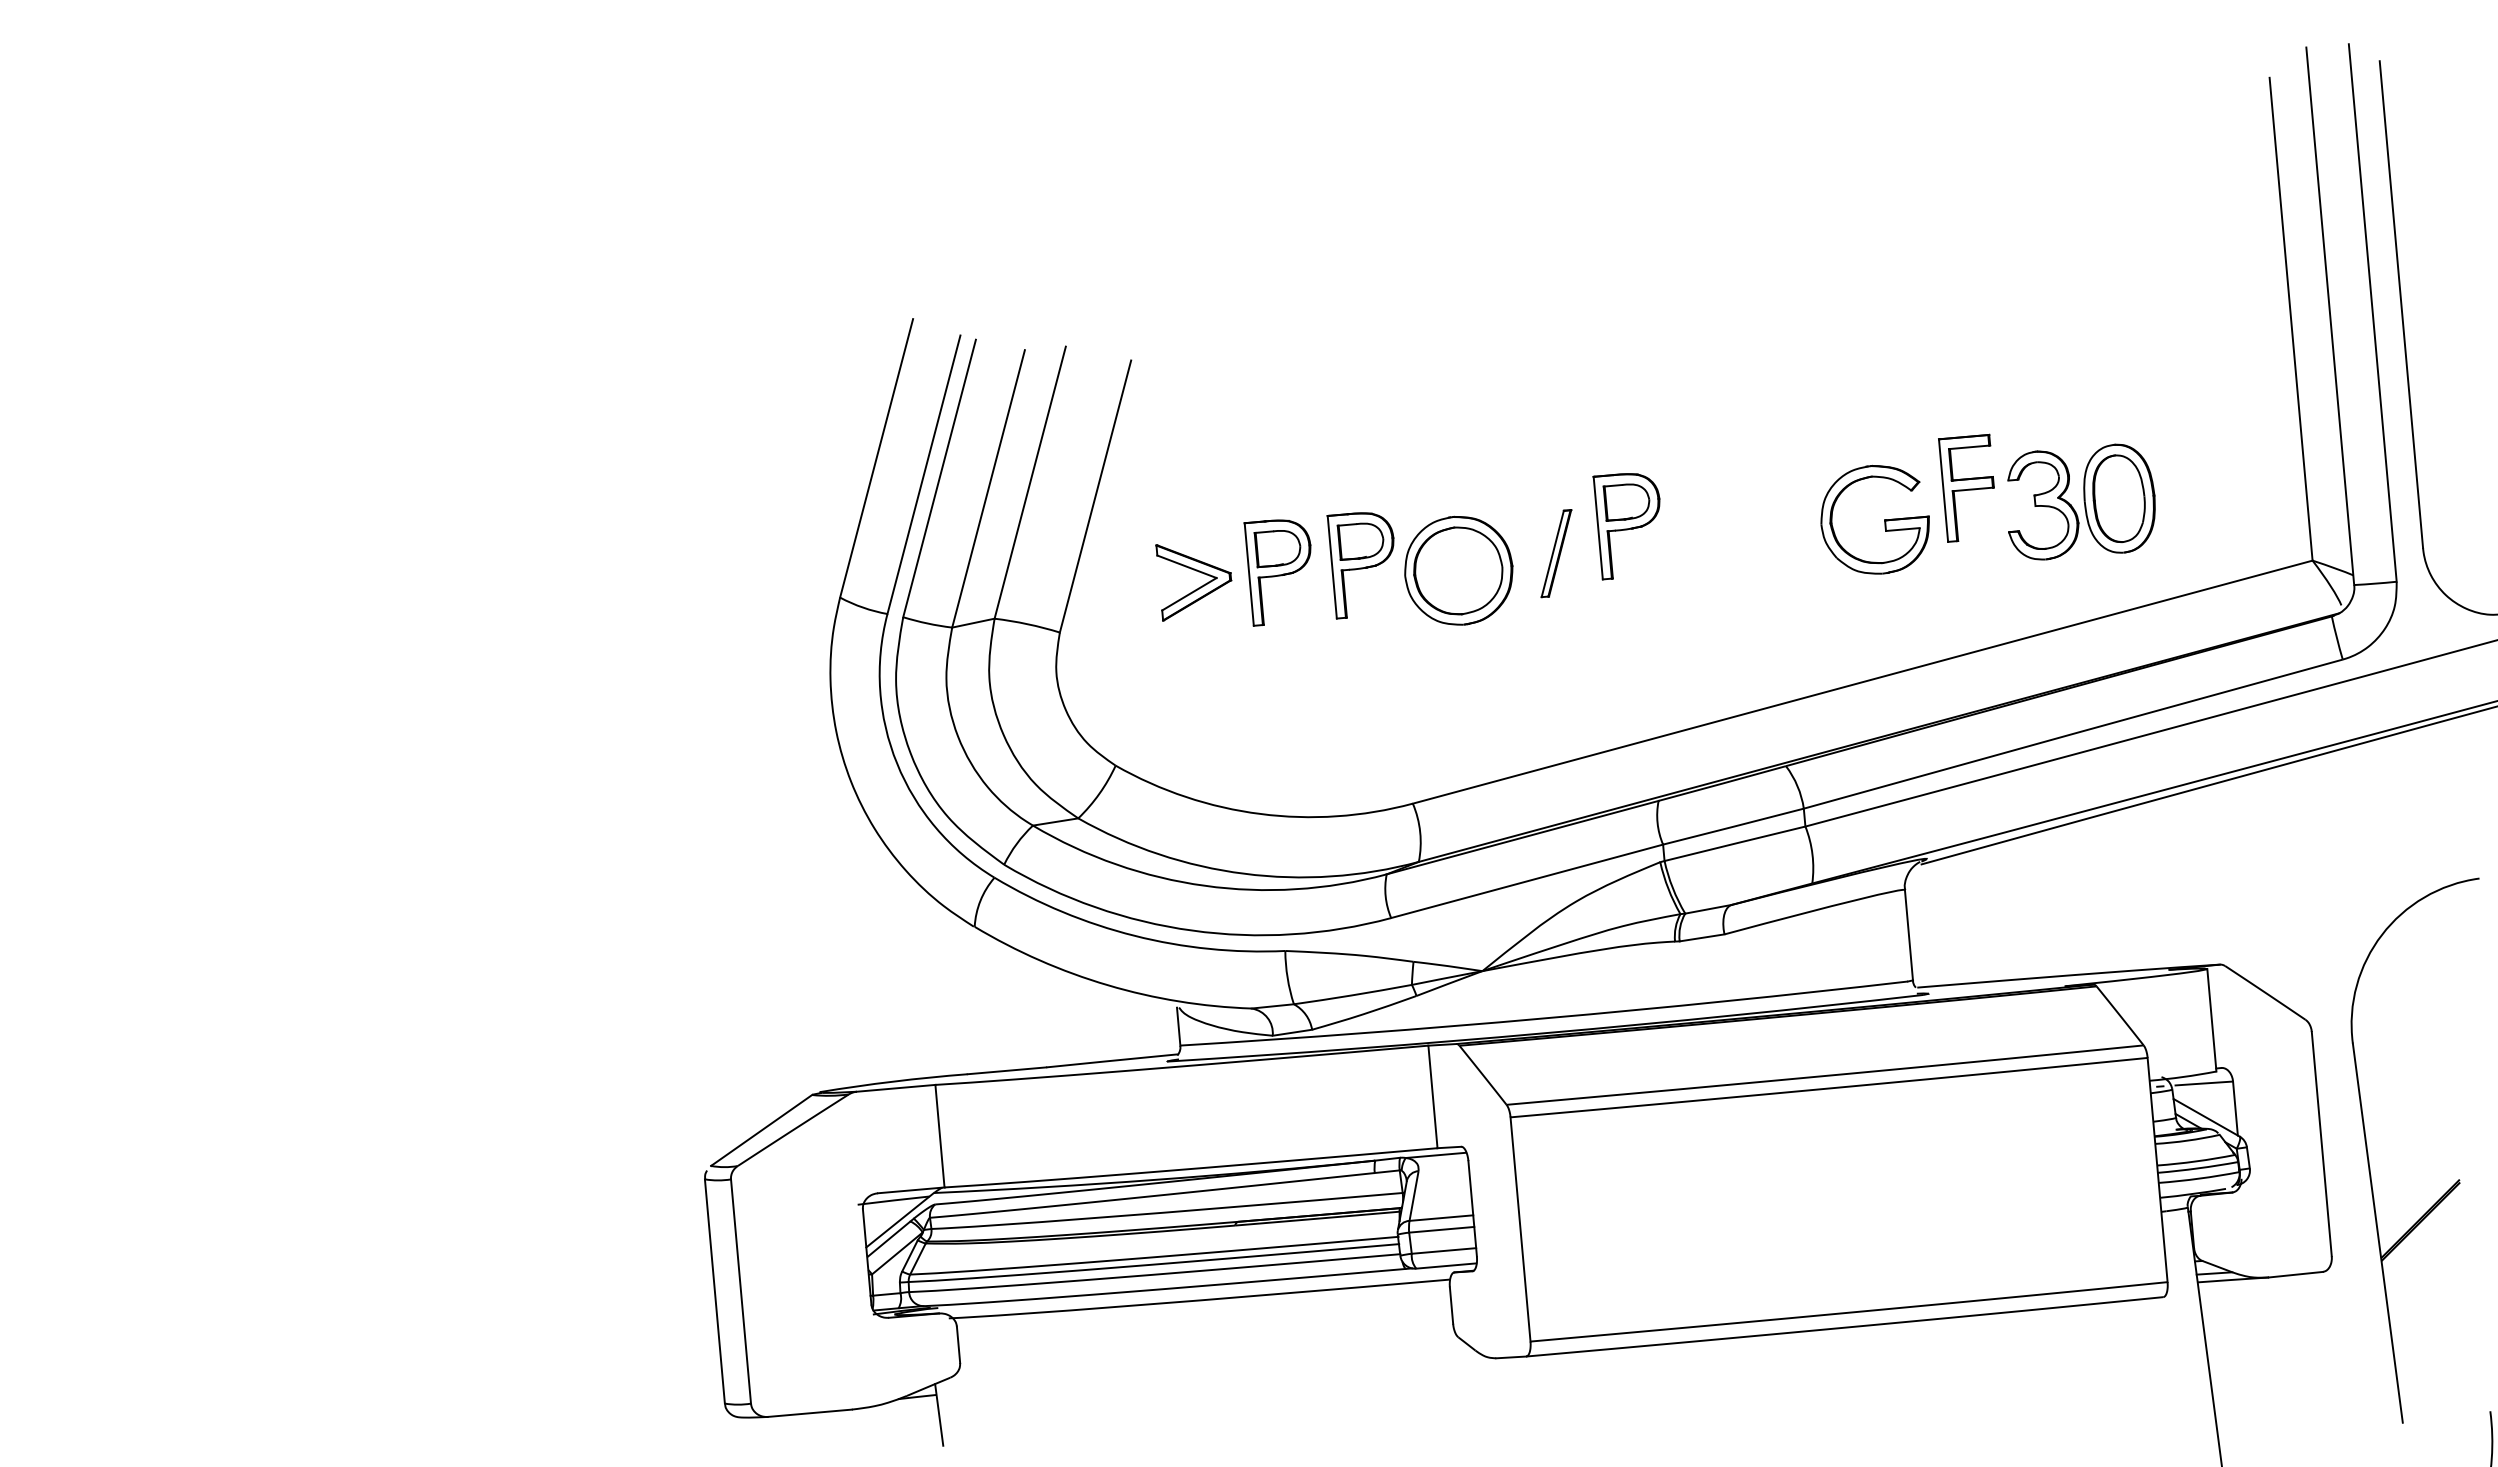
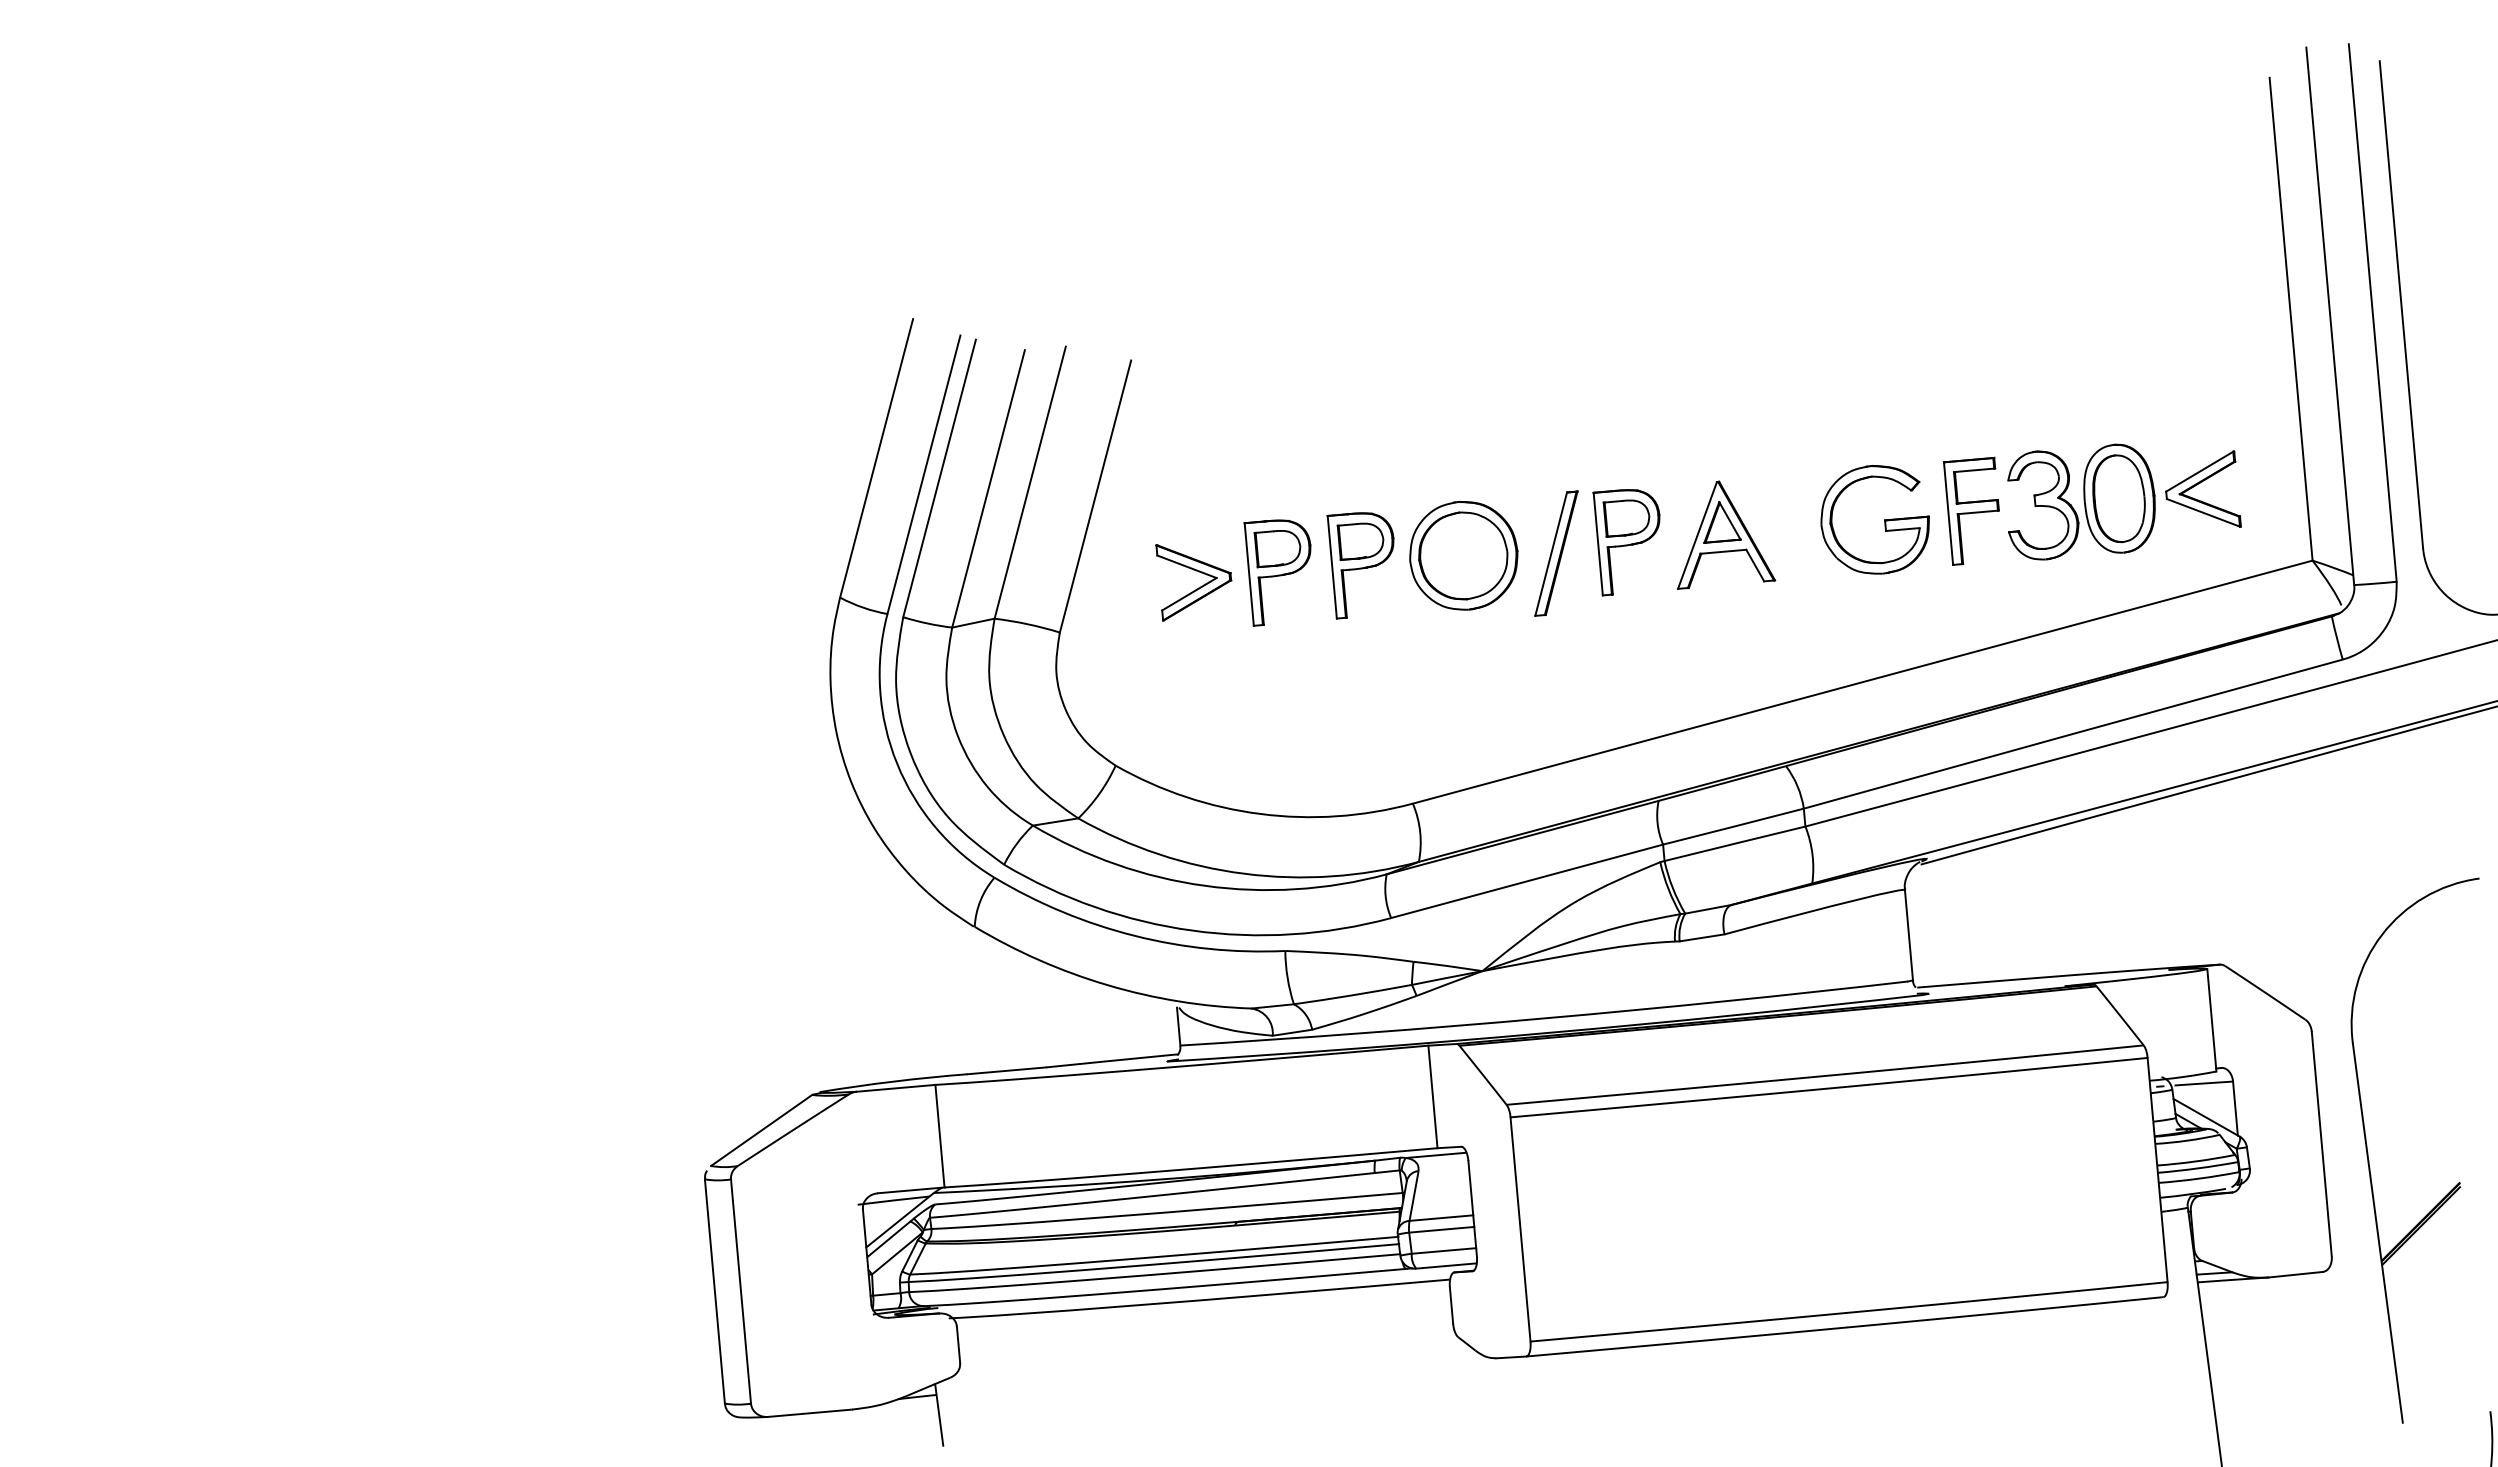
part at (1966, 487) position: (1966, 487) -> (1971, 510)
part at (2203, 488): none -> present
part at (1626, 526) position: (1626, 526) -> (1626, 542)
part at (1726, 534): none -> present
part at (1556, 553) size: 33x90 px -> 45x127 px
part at (1458, 570) position: (1458, 570) -> (1463, 555)
hatch at (2420, 1221): none -> present
